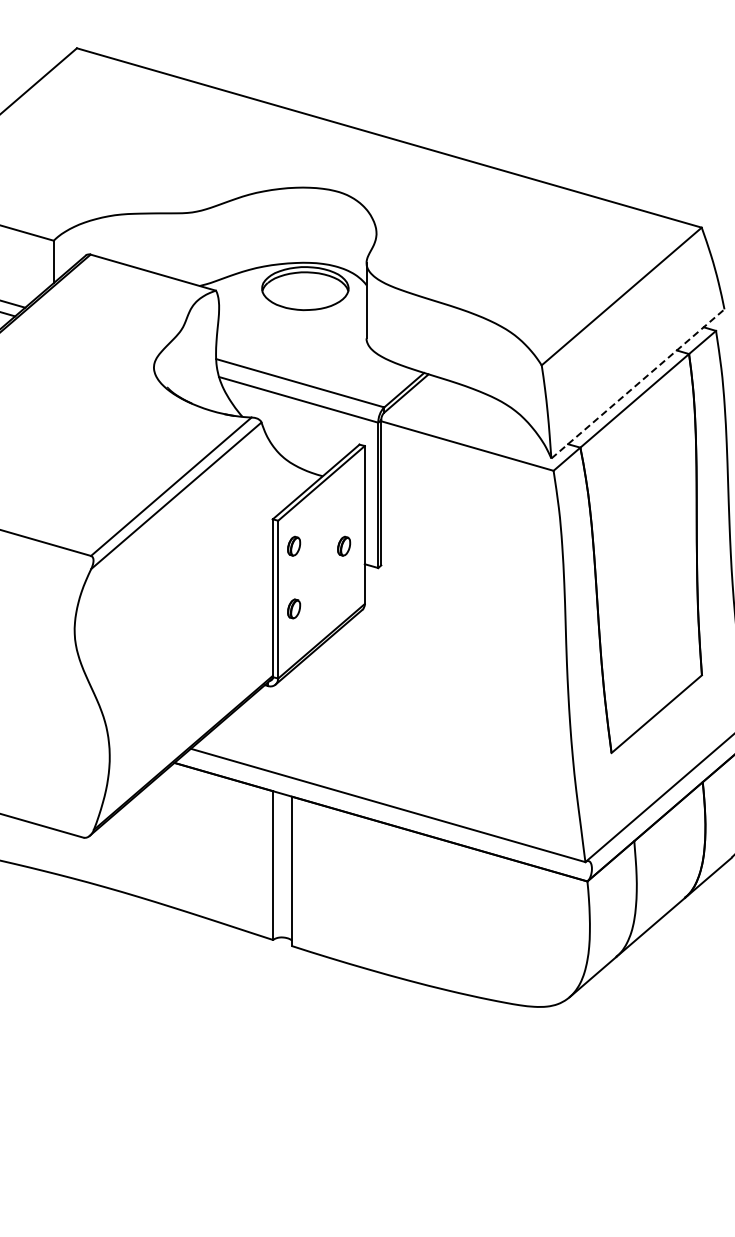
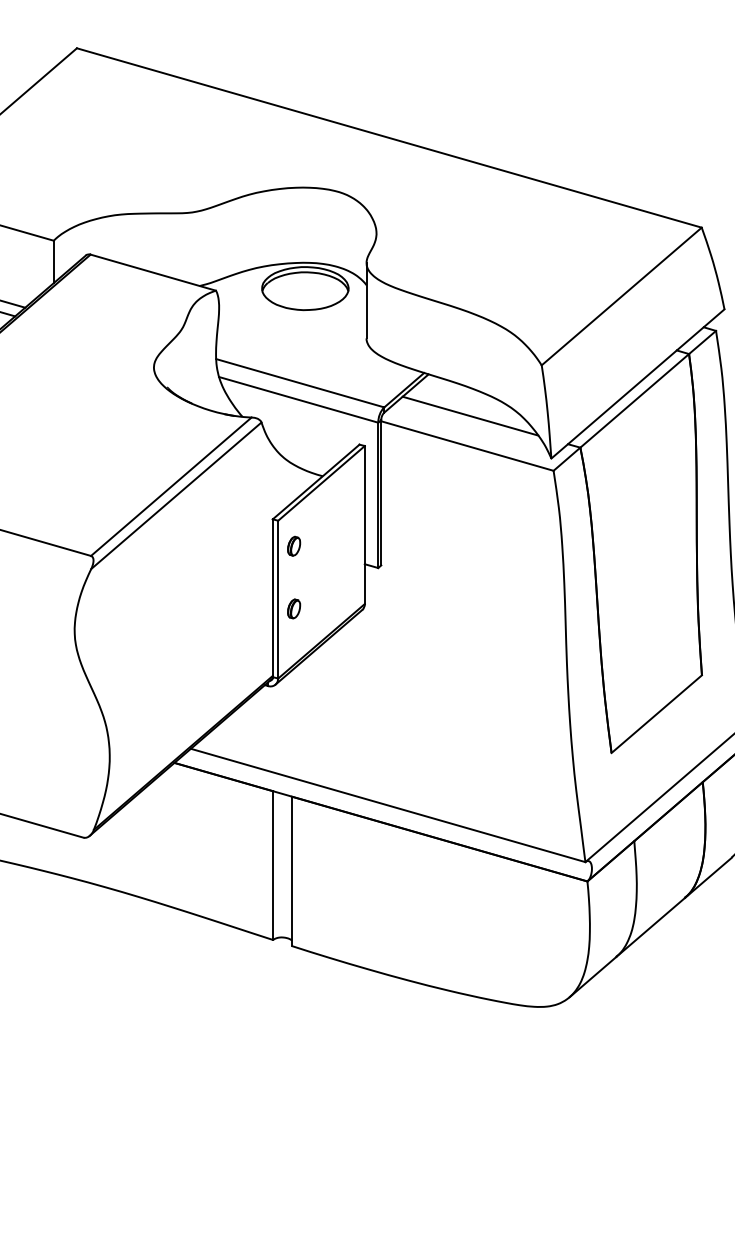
line at (638, 383): dashed -> solid
line at (470, 415): none -> present
part at (344, 545): present -> none
